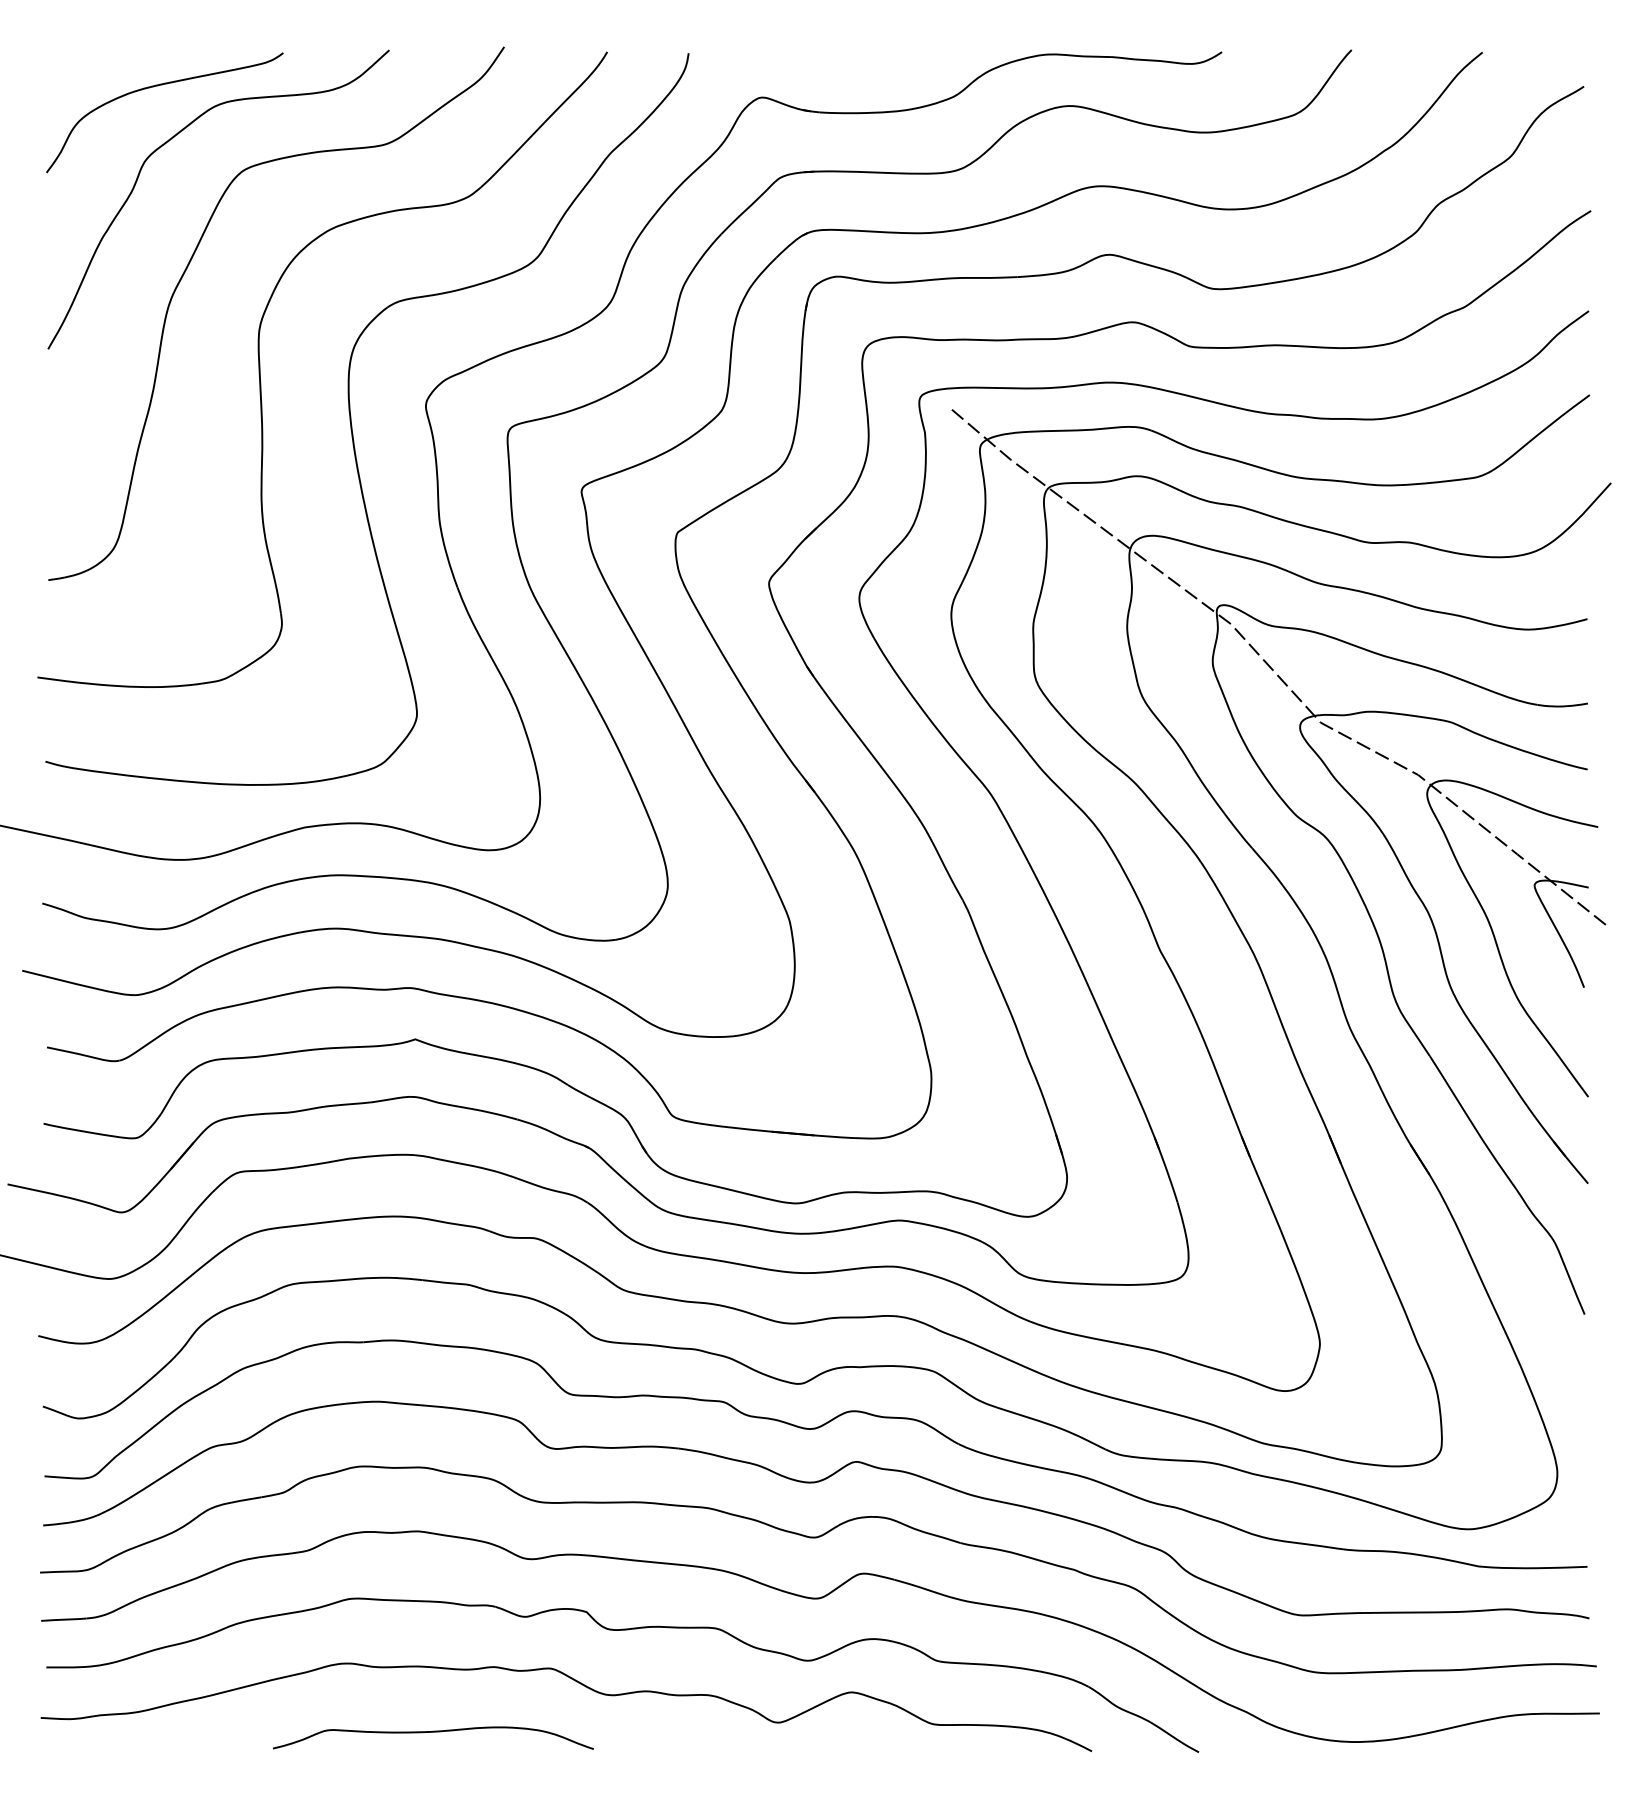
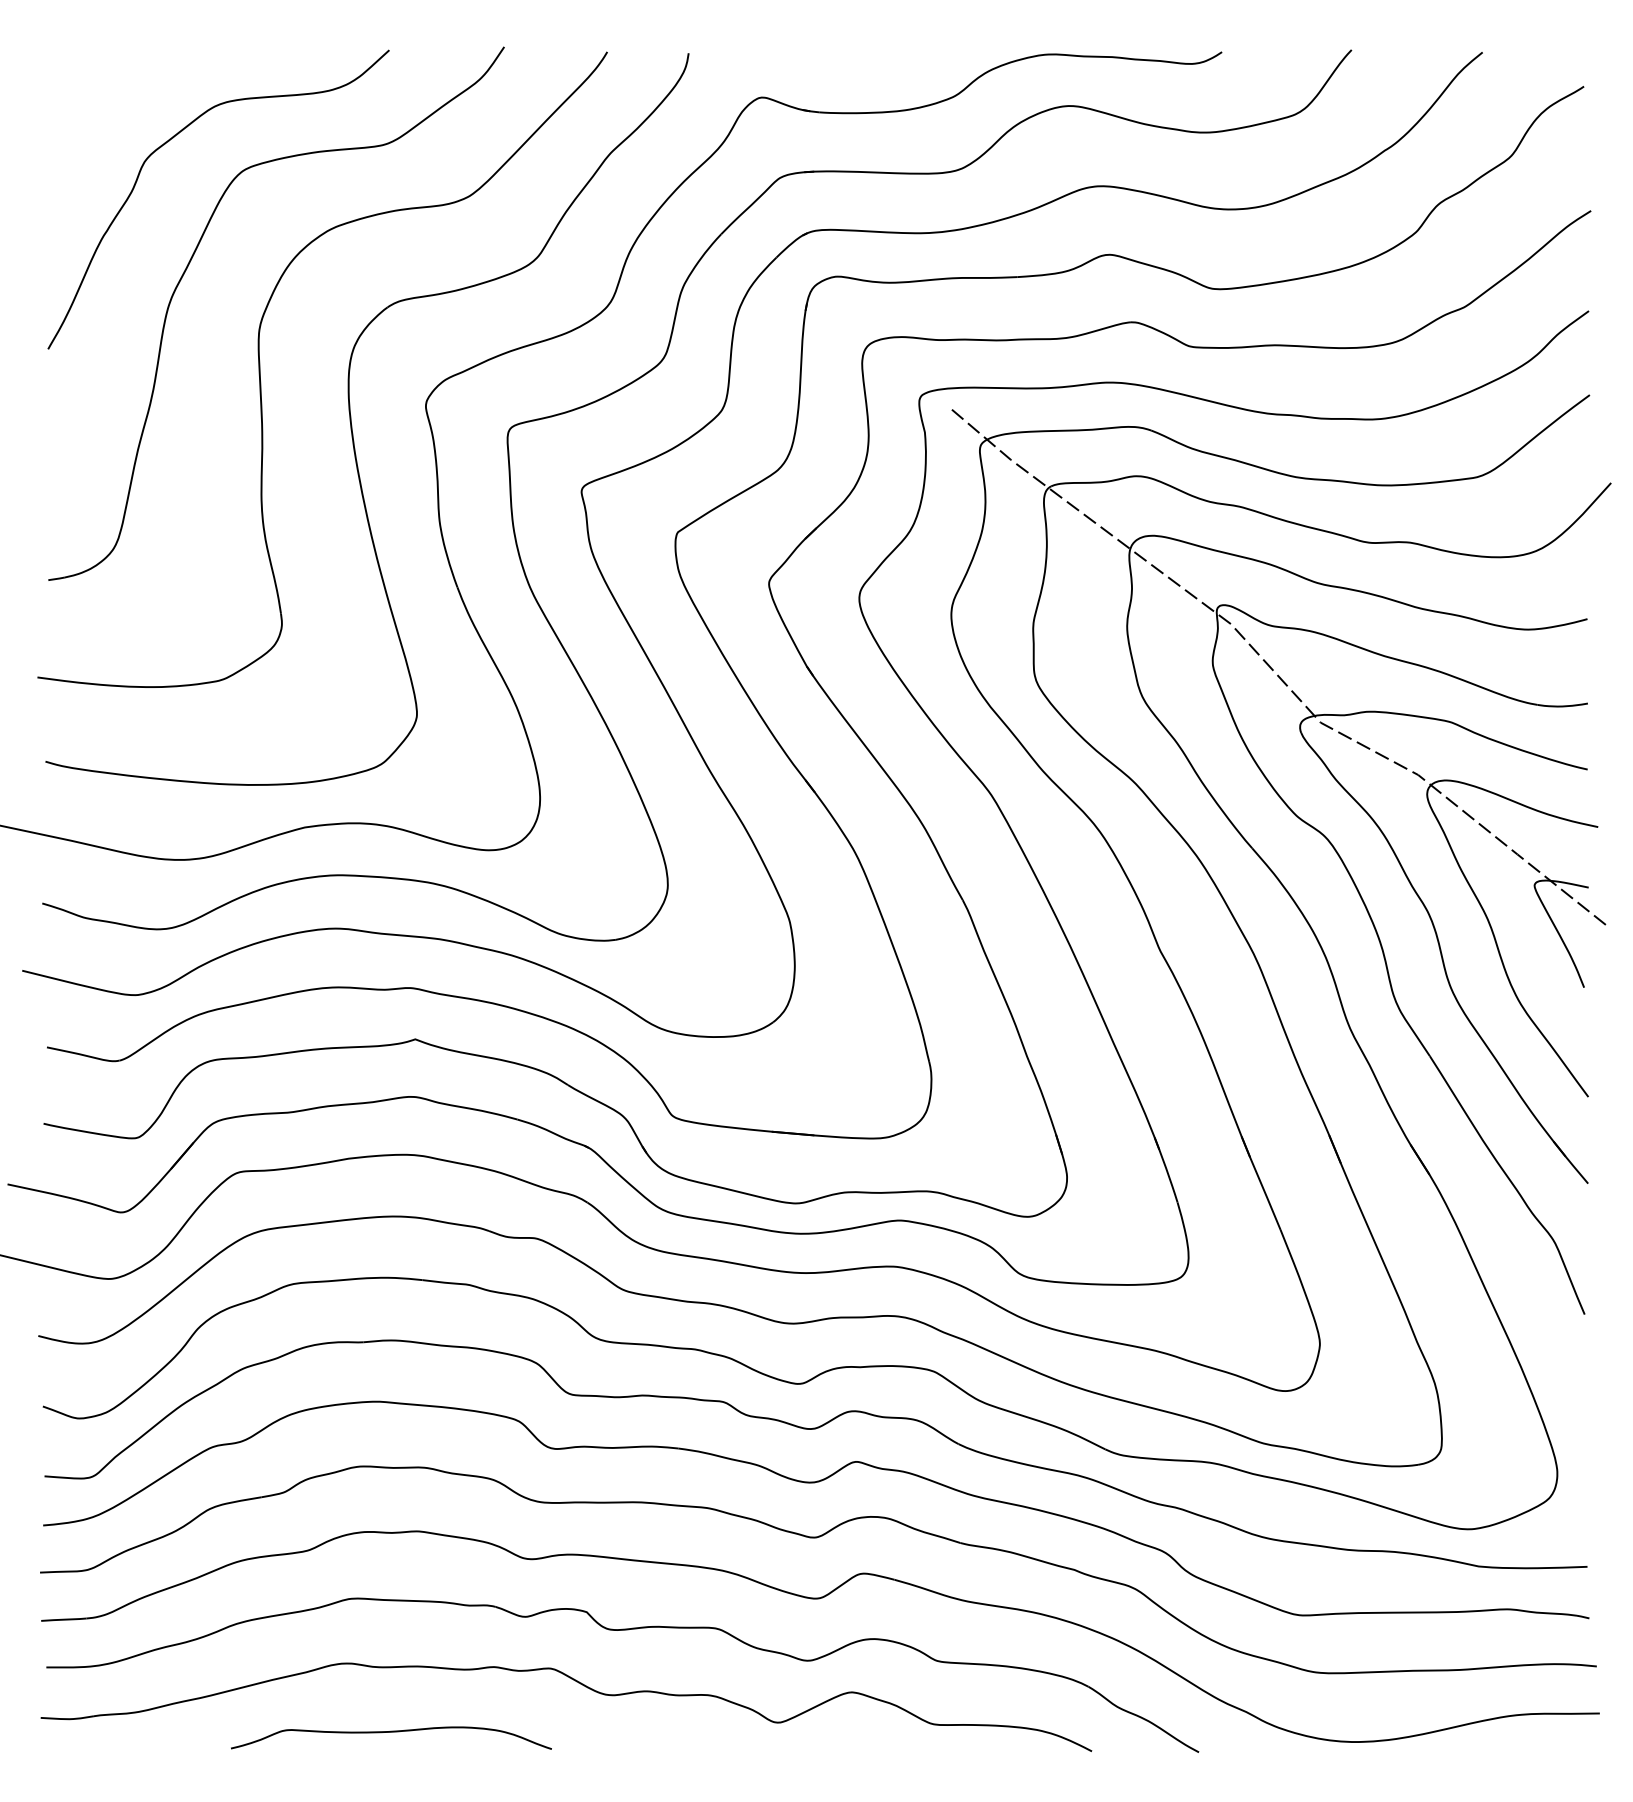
curve at (158, 86): present -> none
curve at (433, 1732) position: (433, 1732) -> (391, 1732)
